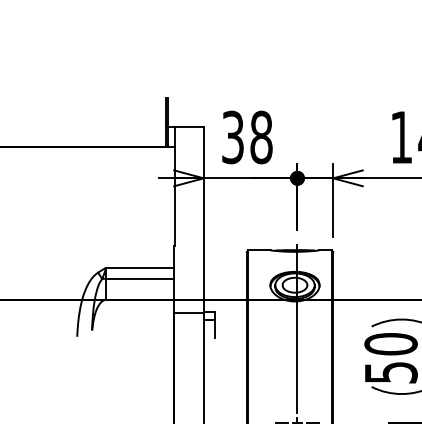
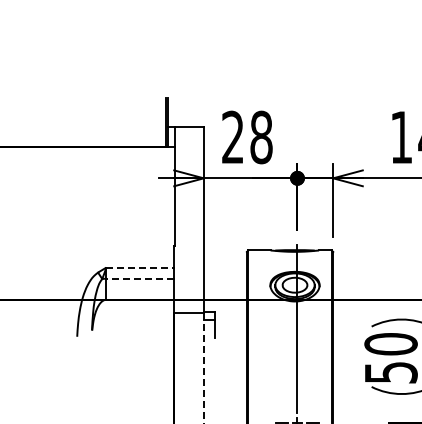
text at (232, 137): 38 -> 28
line at (140, 267): solid -> dashed
line at (140, 278): solid -> dashed
line at (203, 368): solid -> dashed
